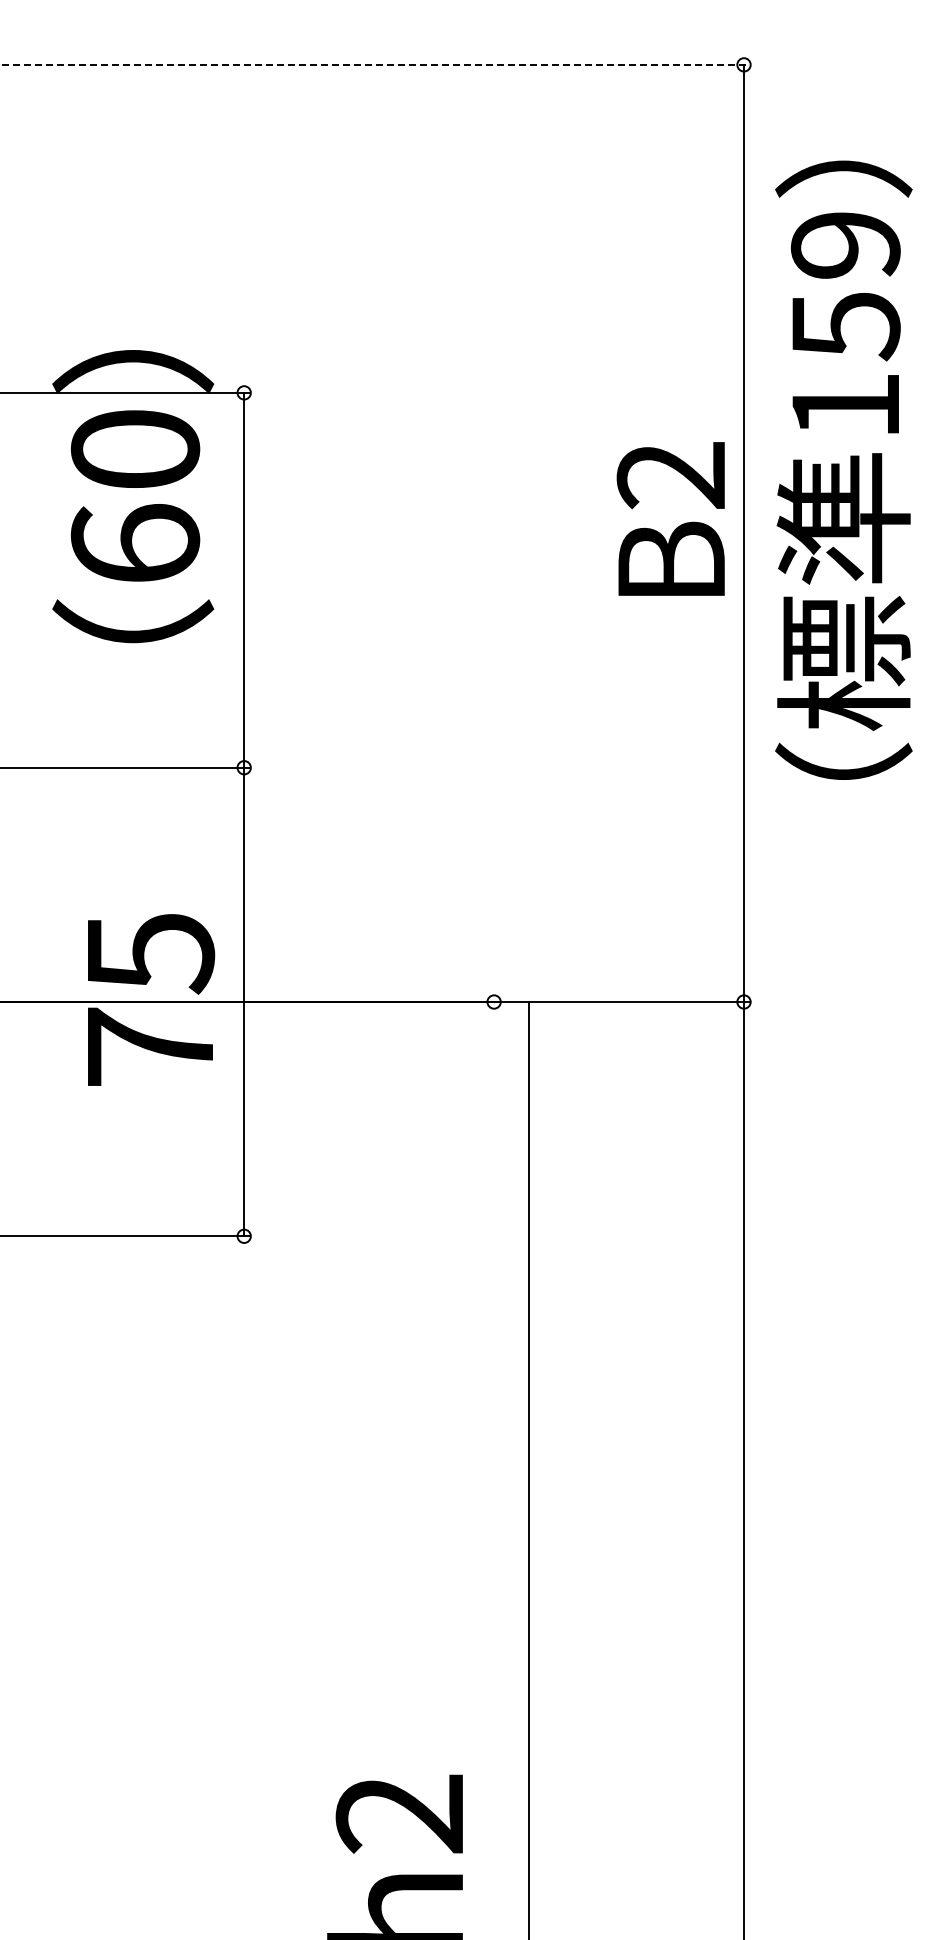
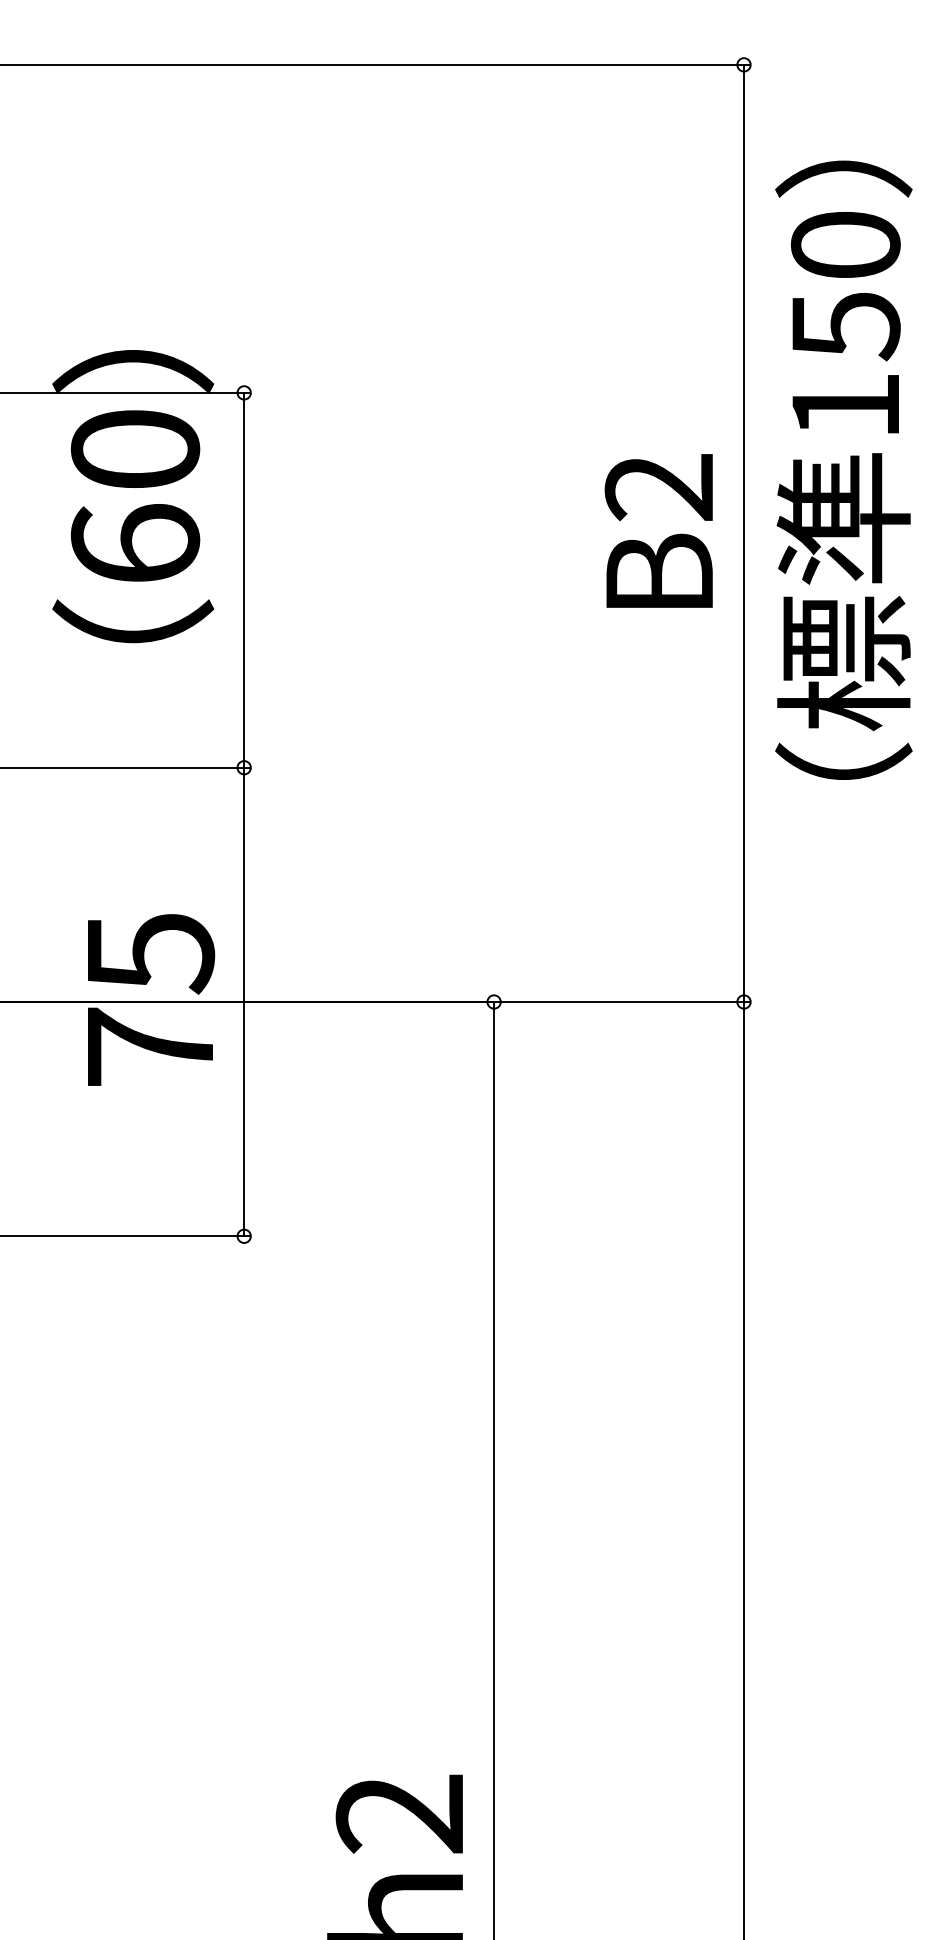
line at (375, 64): dashed -> solid
text at (845, 245): 159 -> 150
text at (670, 518) position: (670, 518) -> (658, 530)
line at (529, 1469) position: (529, 1469) -> (494, 1469)
